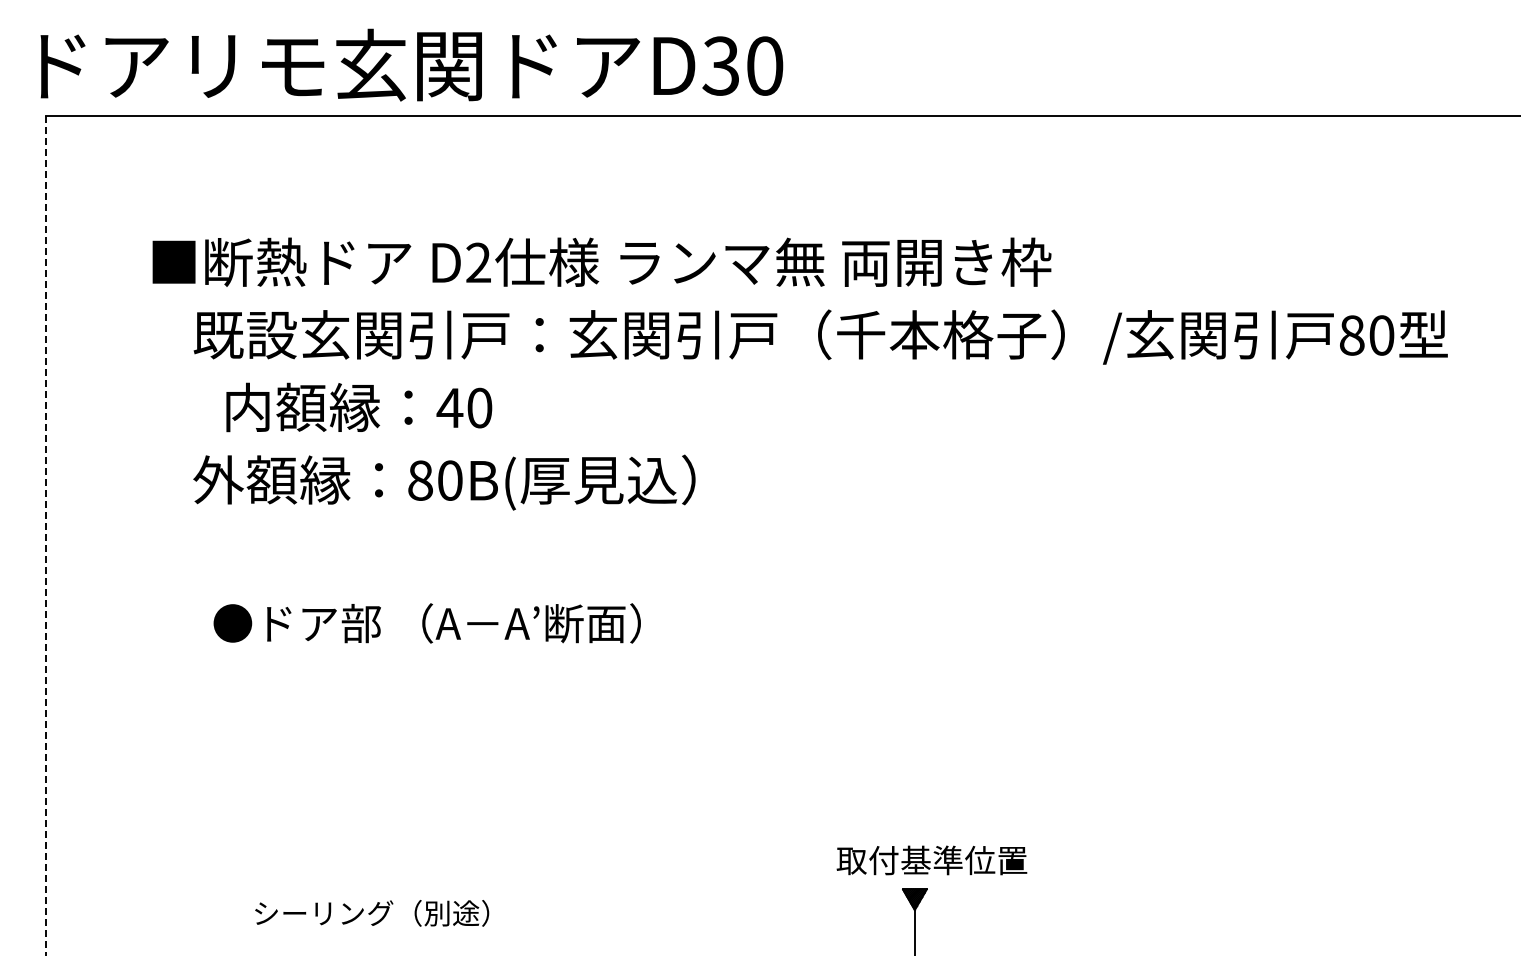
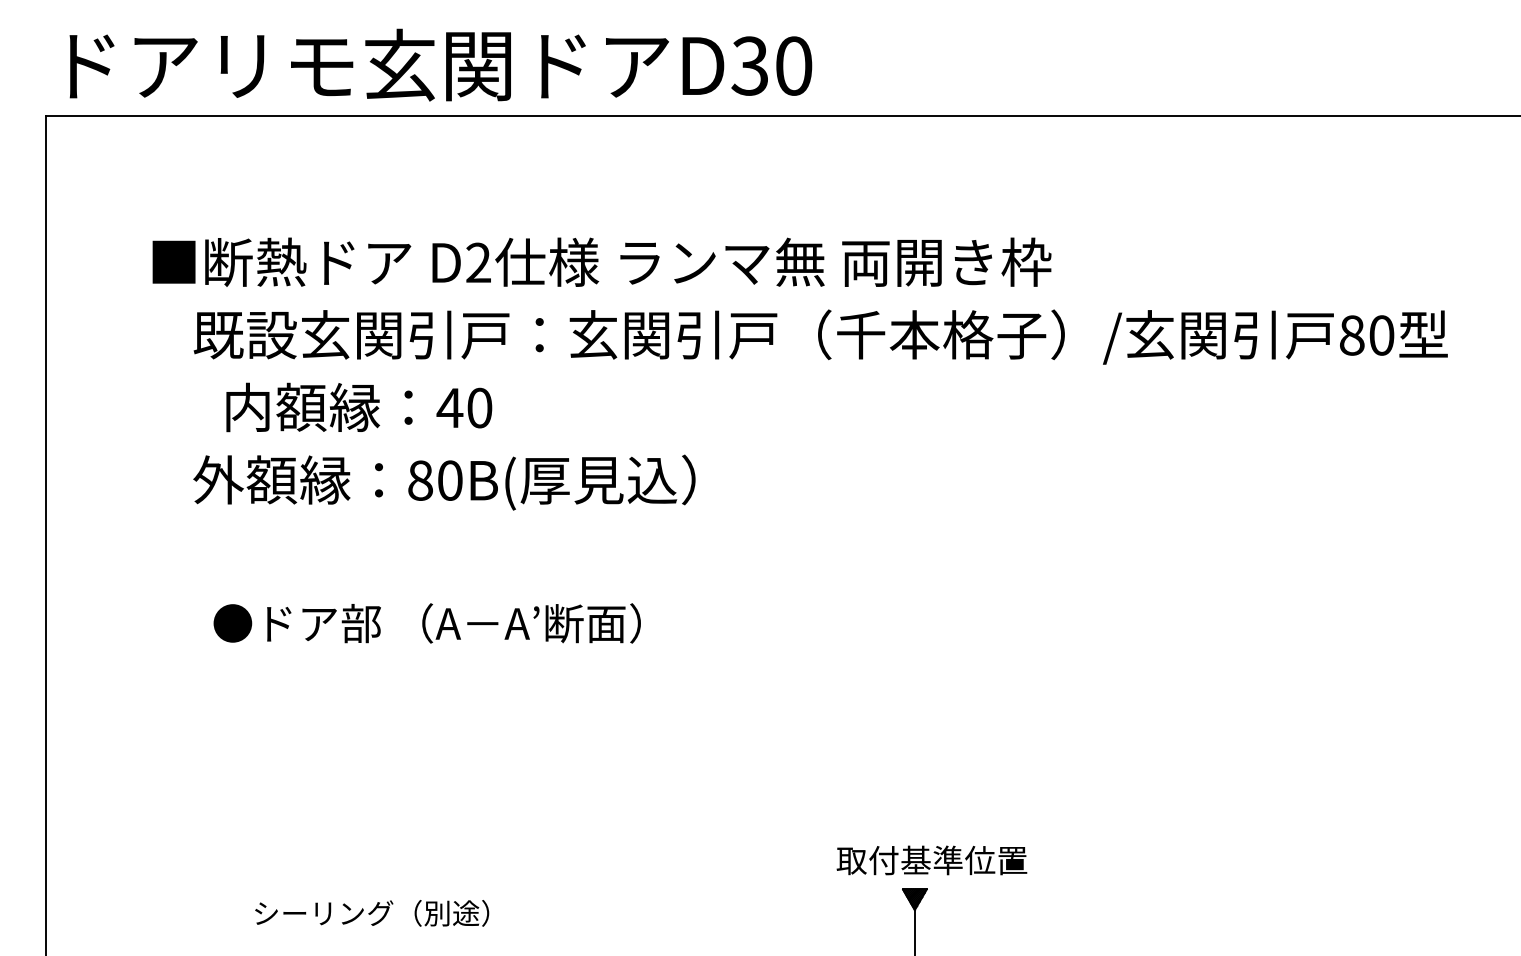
text at (411, 64) position: (411, 64) -> (440, 64)
line at (45, 535): dashed -> solid
